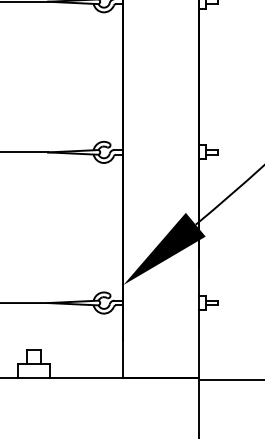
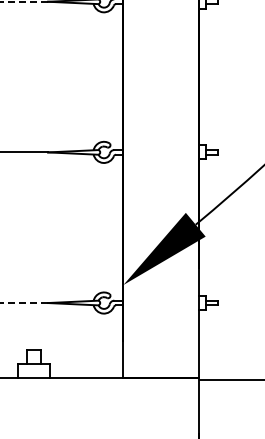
line at (24, 1): solid -> dashed
line at (24, 303): solid -> dashed
